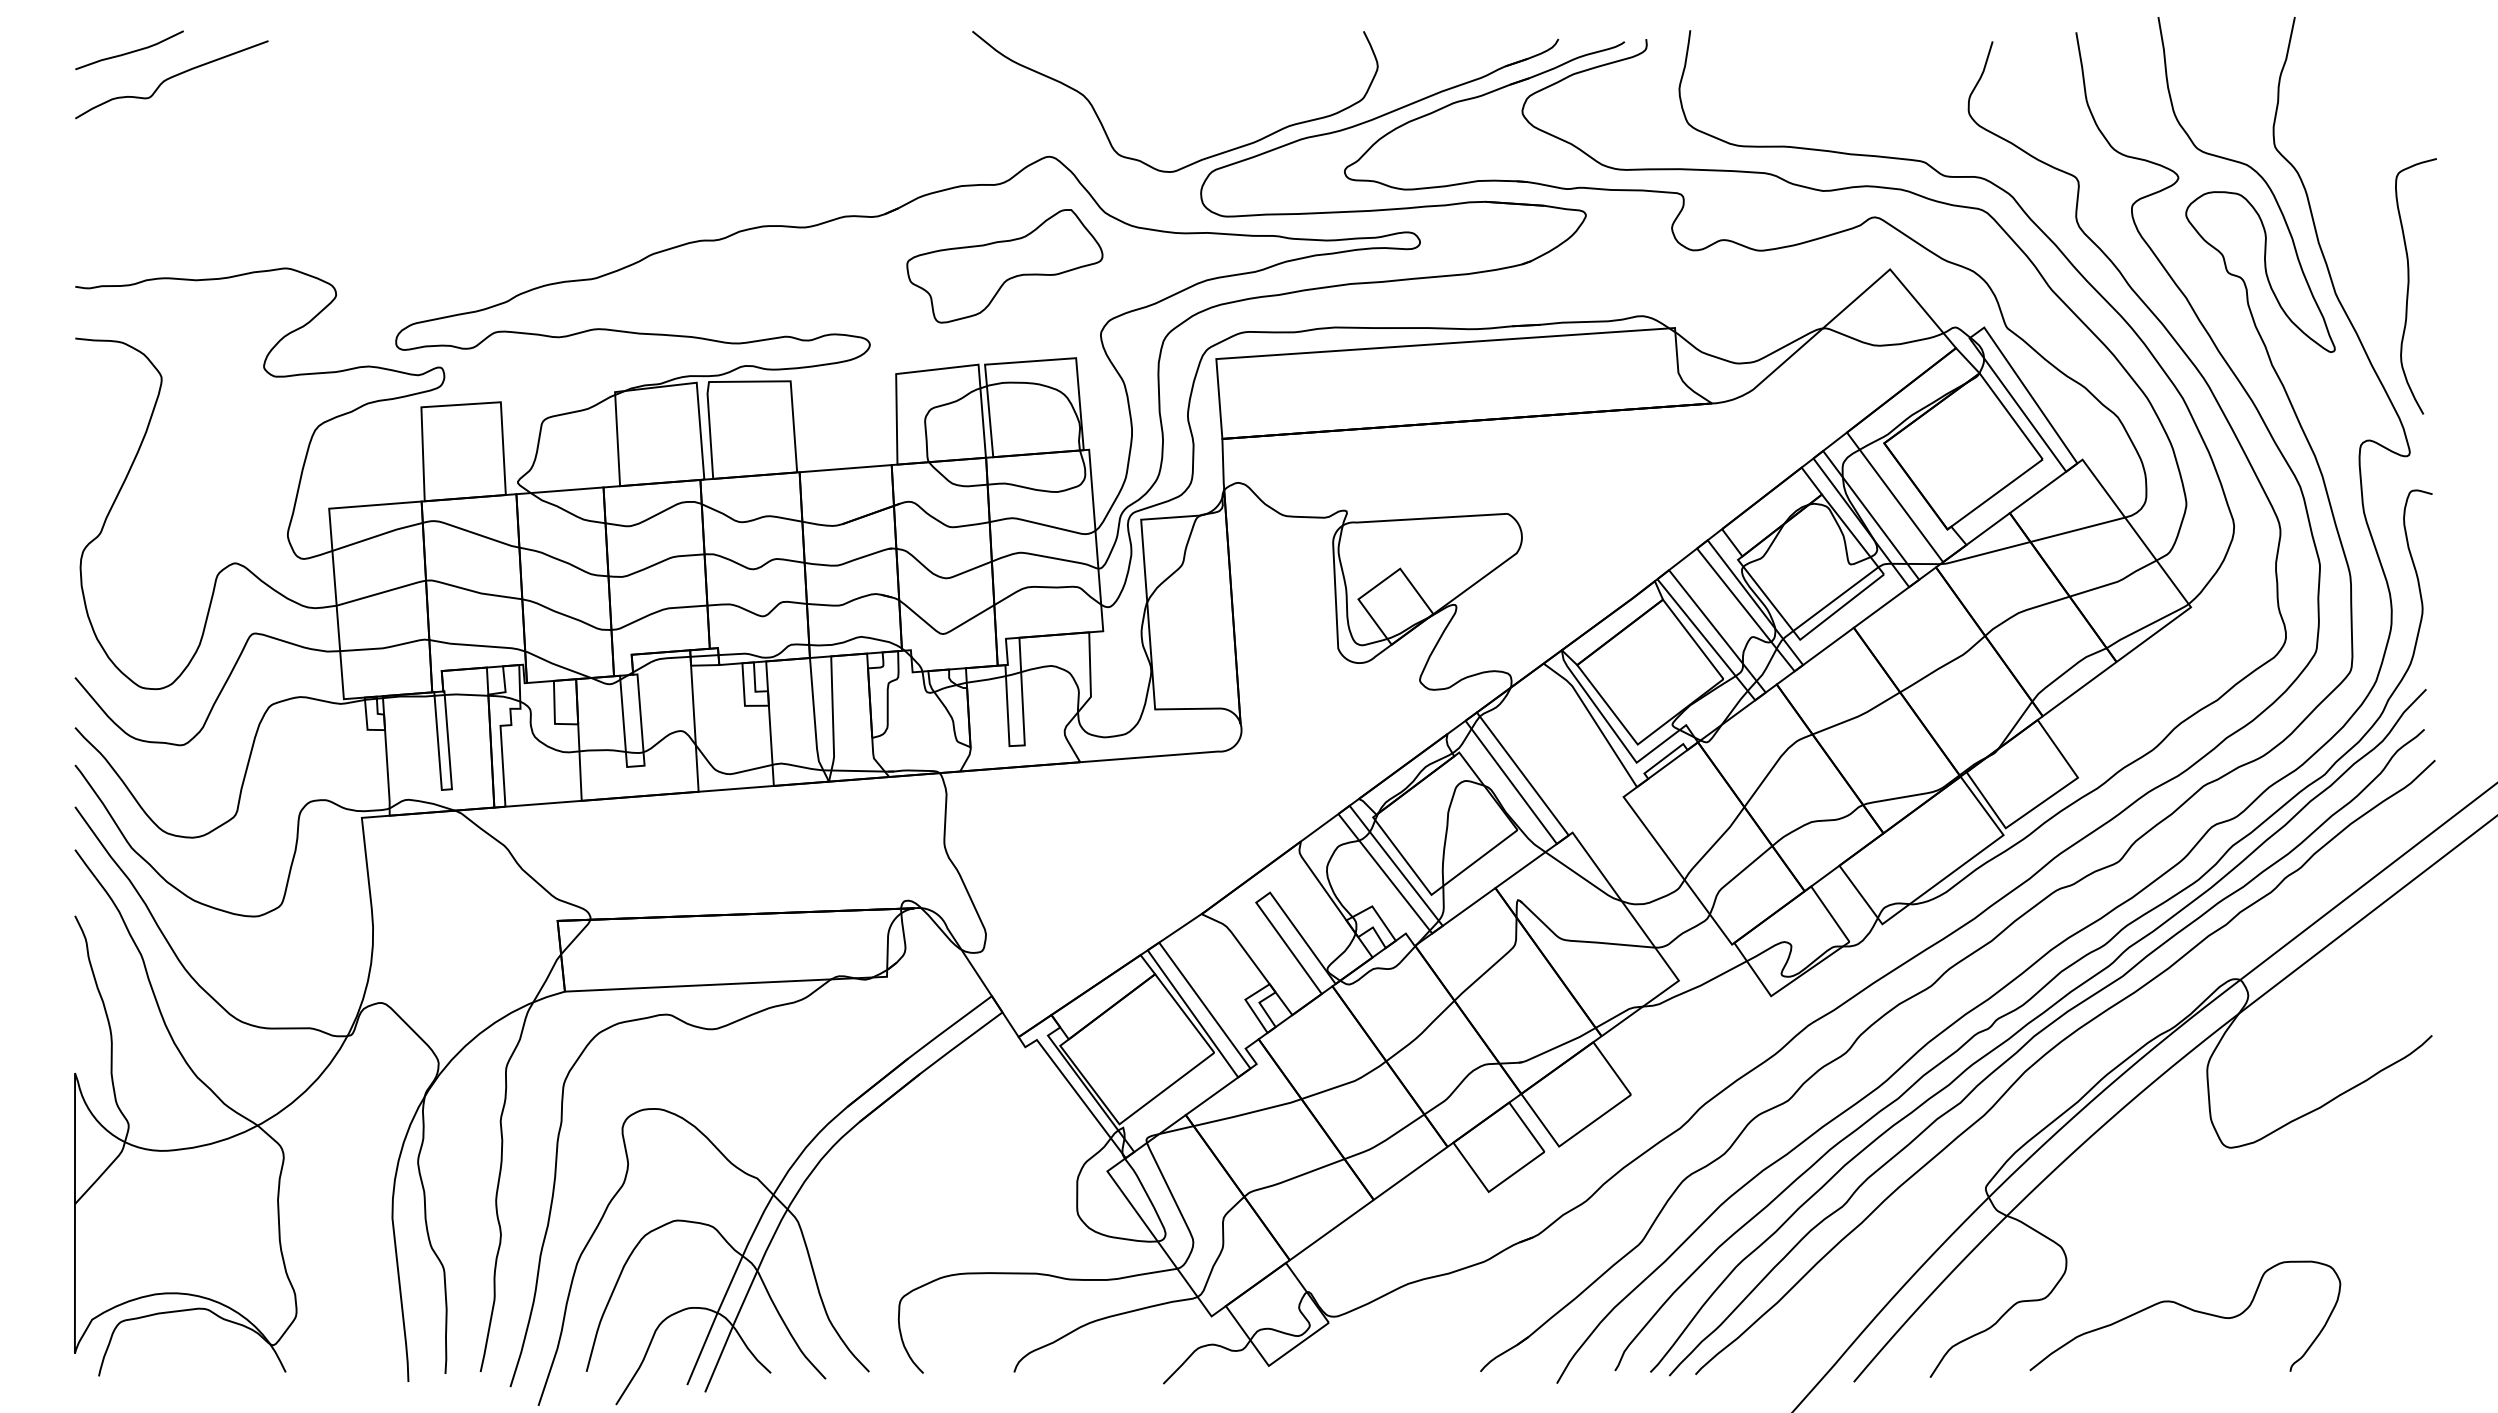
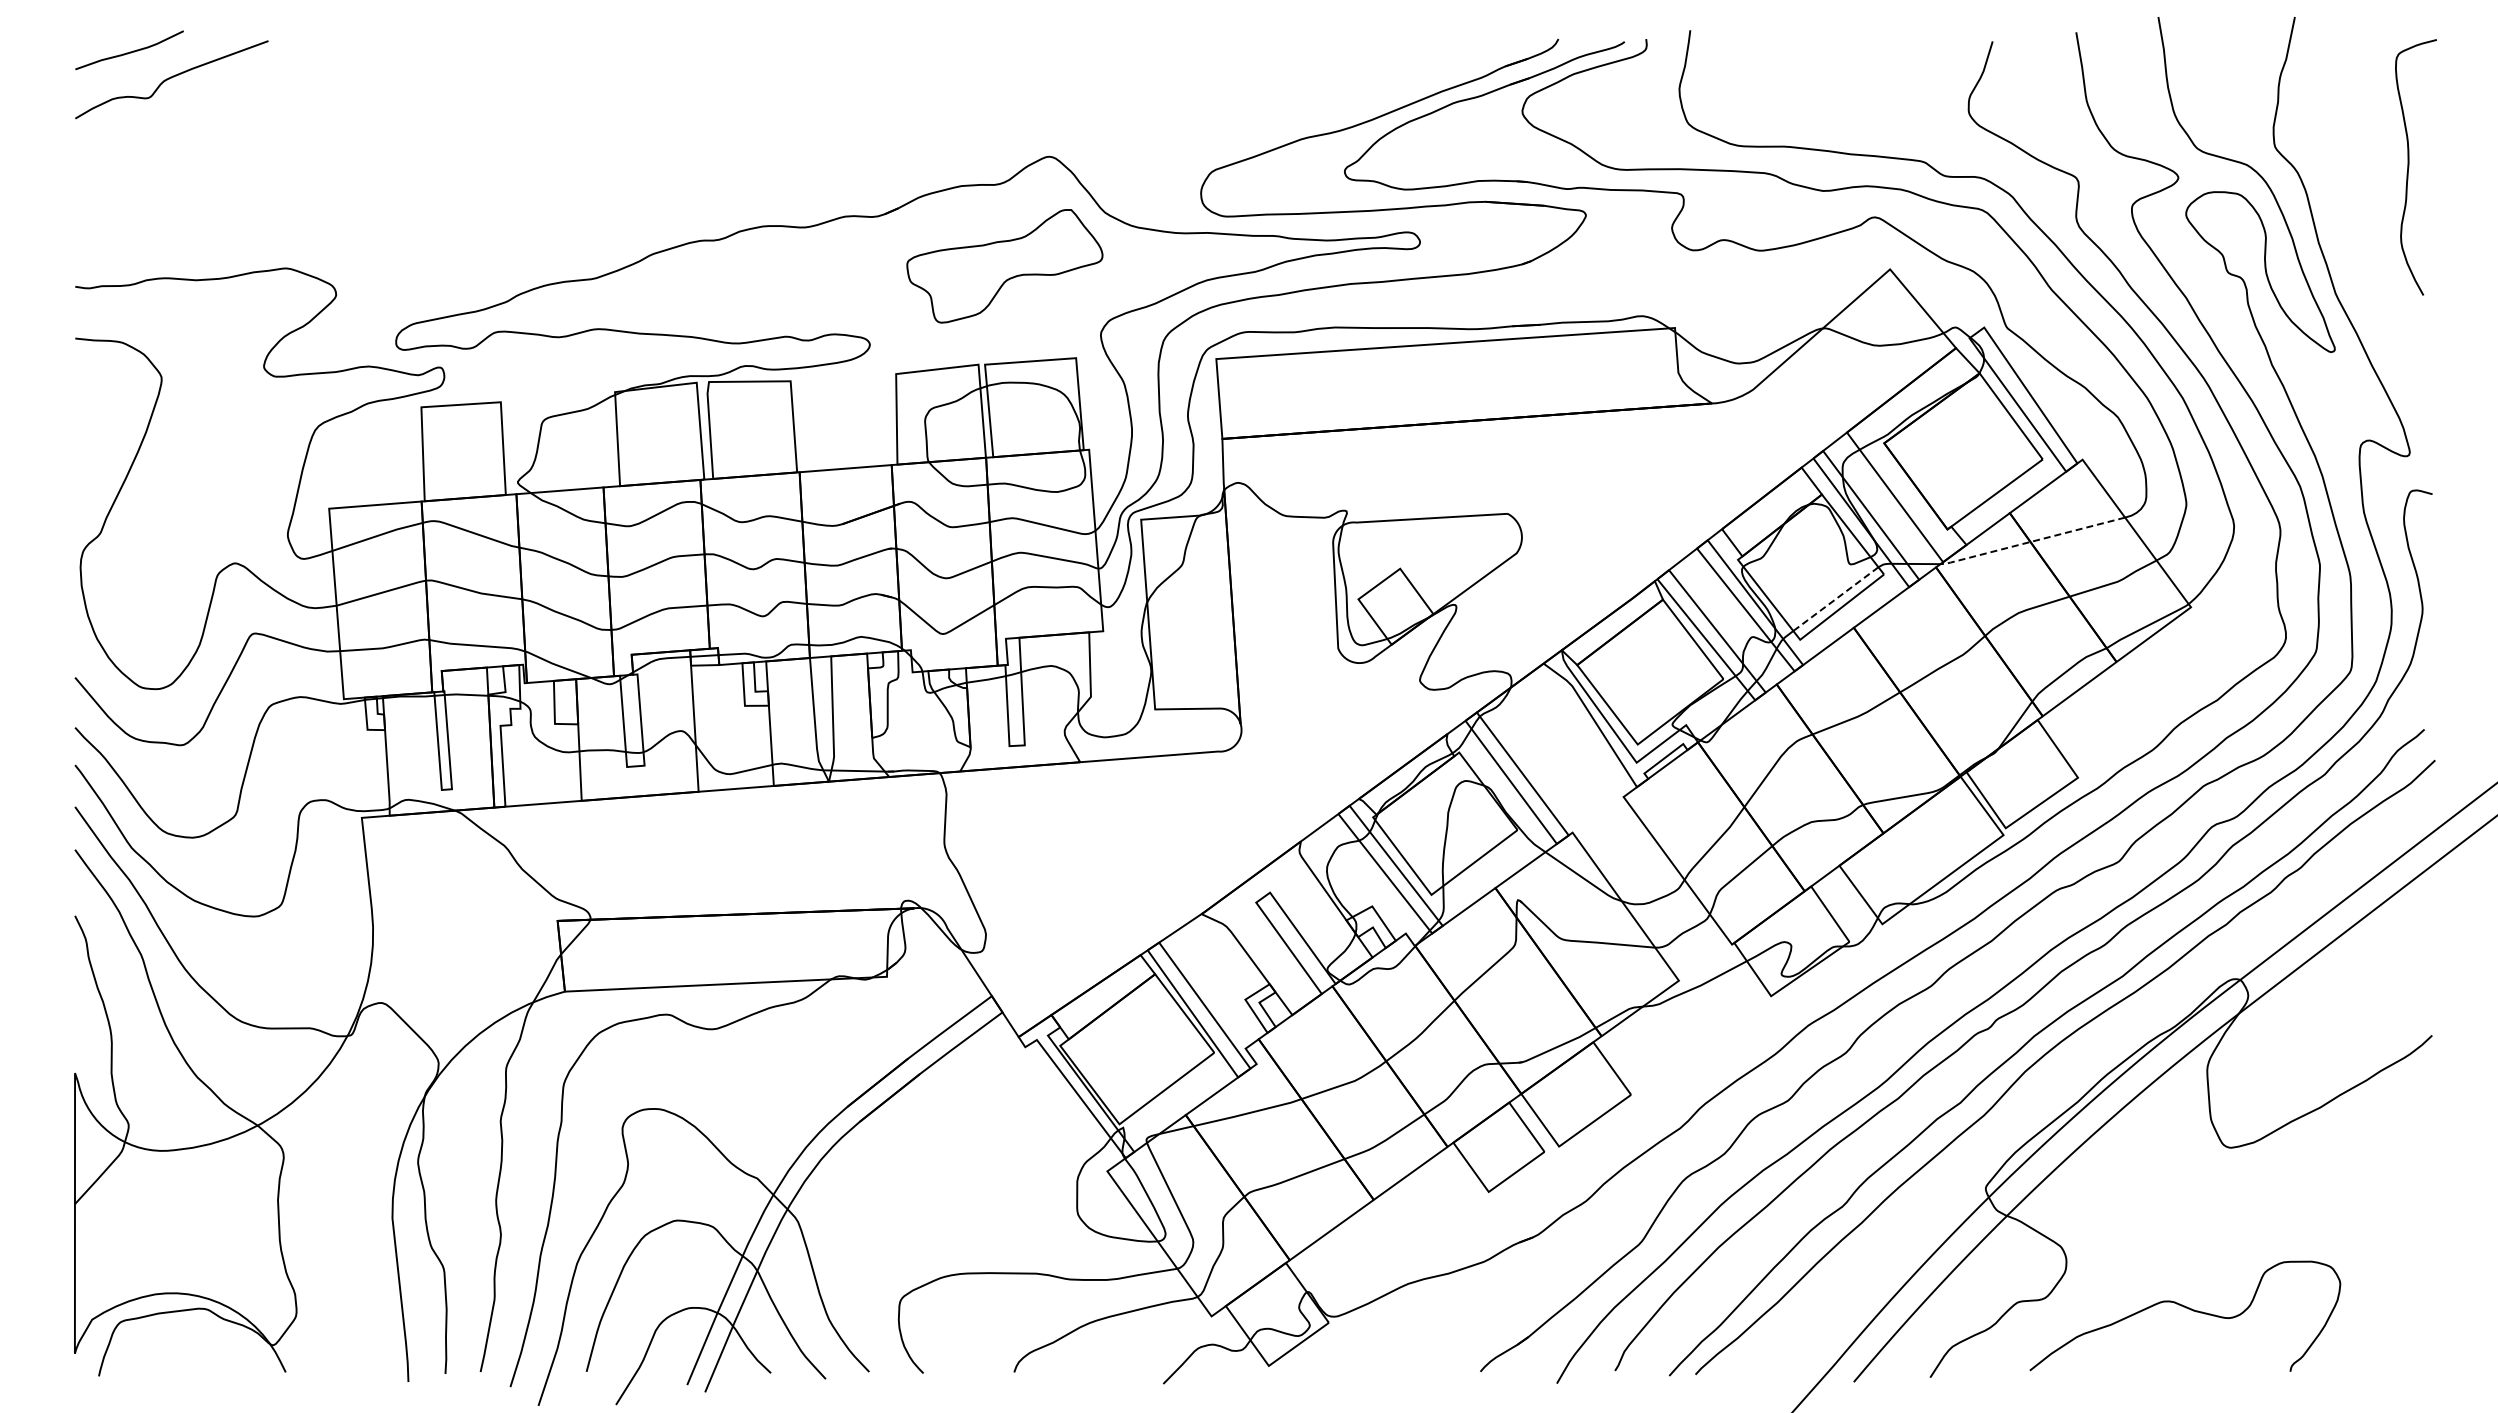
curve at (1199, 159): present -> none
curve at (2409, 286) position: (2409, 286) -> (2409, 167)
line at (2031, 541): solid -> dashed
line at (1835, 599): solid -> dashed
curve at (2031, 1022): present -> none
